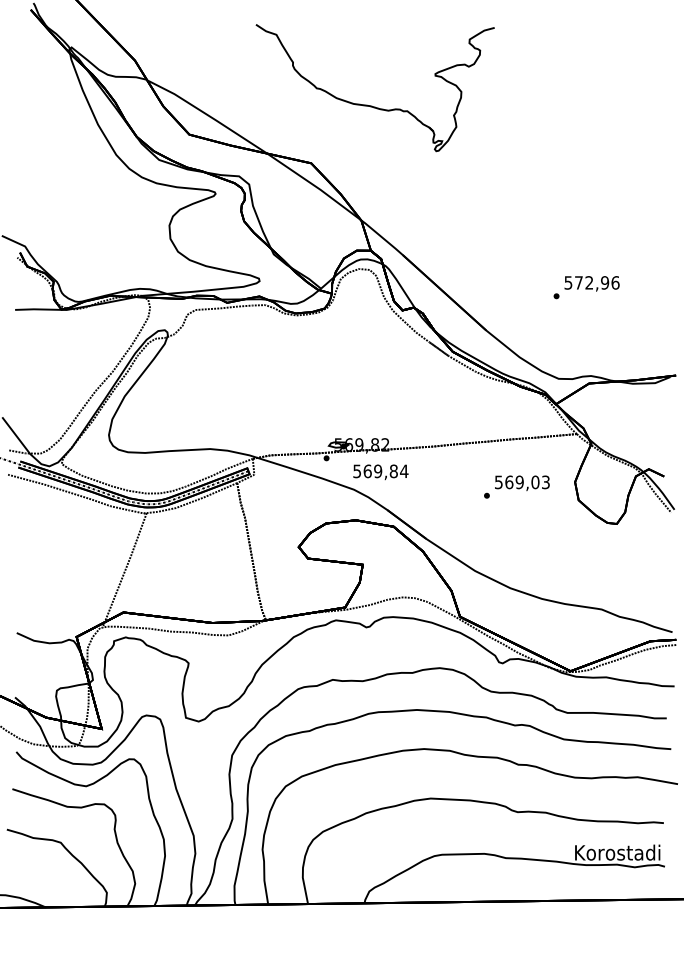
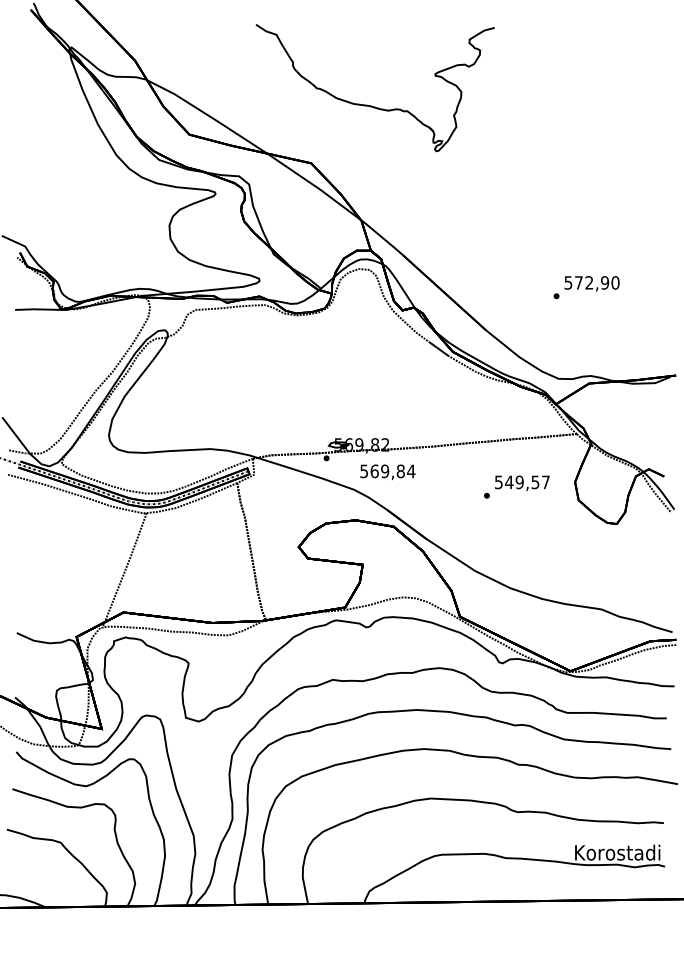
text at (615, 282): 572,96 -> 572,90
text at (380, 472) position: (380, 472) -> (387, 472)
text at (527, 482): 569,03 -> 549,57
